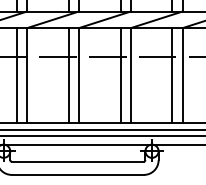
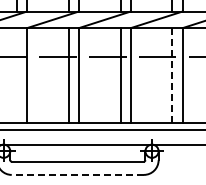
line at (16, 75): present -> none
line at (172, 75): solid -> dashed
line at (102, 135): present -> none
line at (77, 174): solid -> dashed
